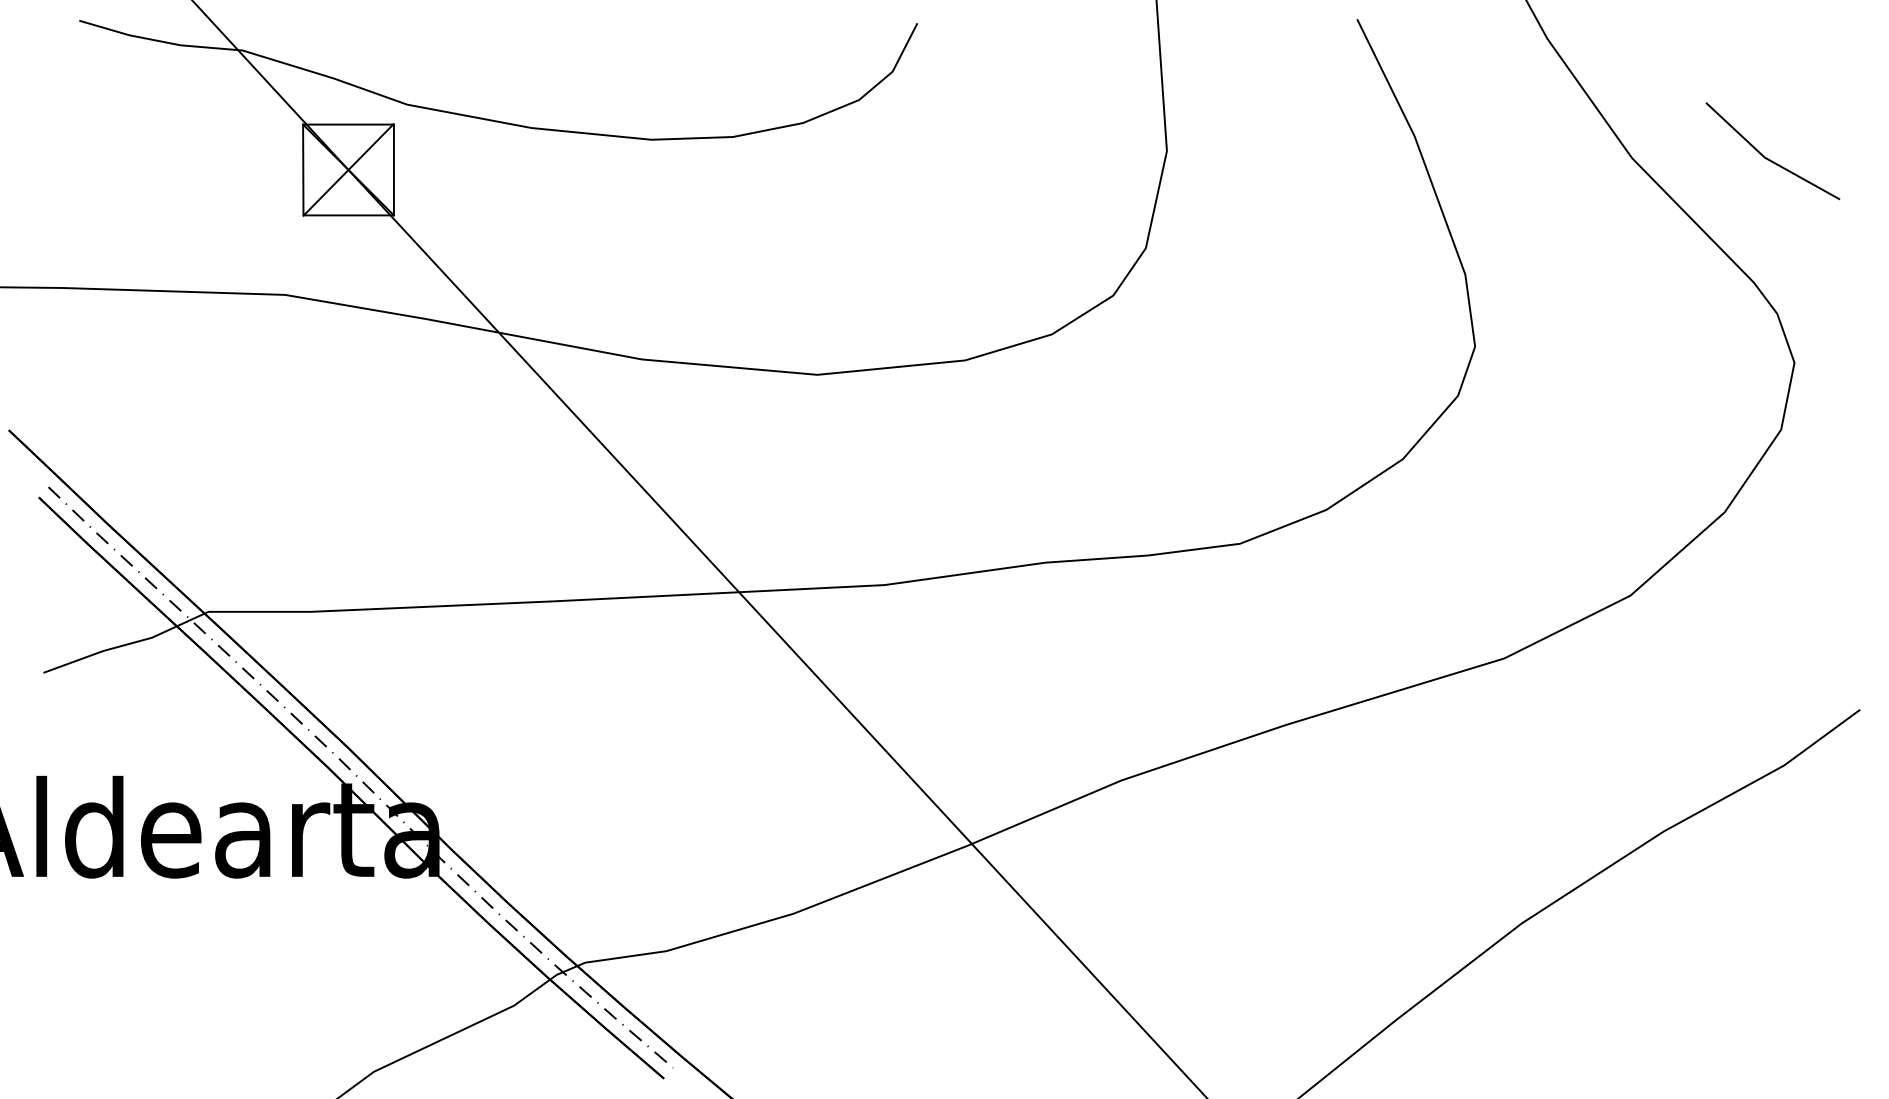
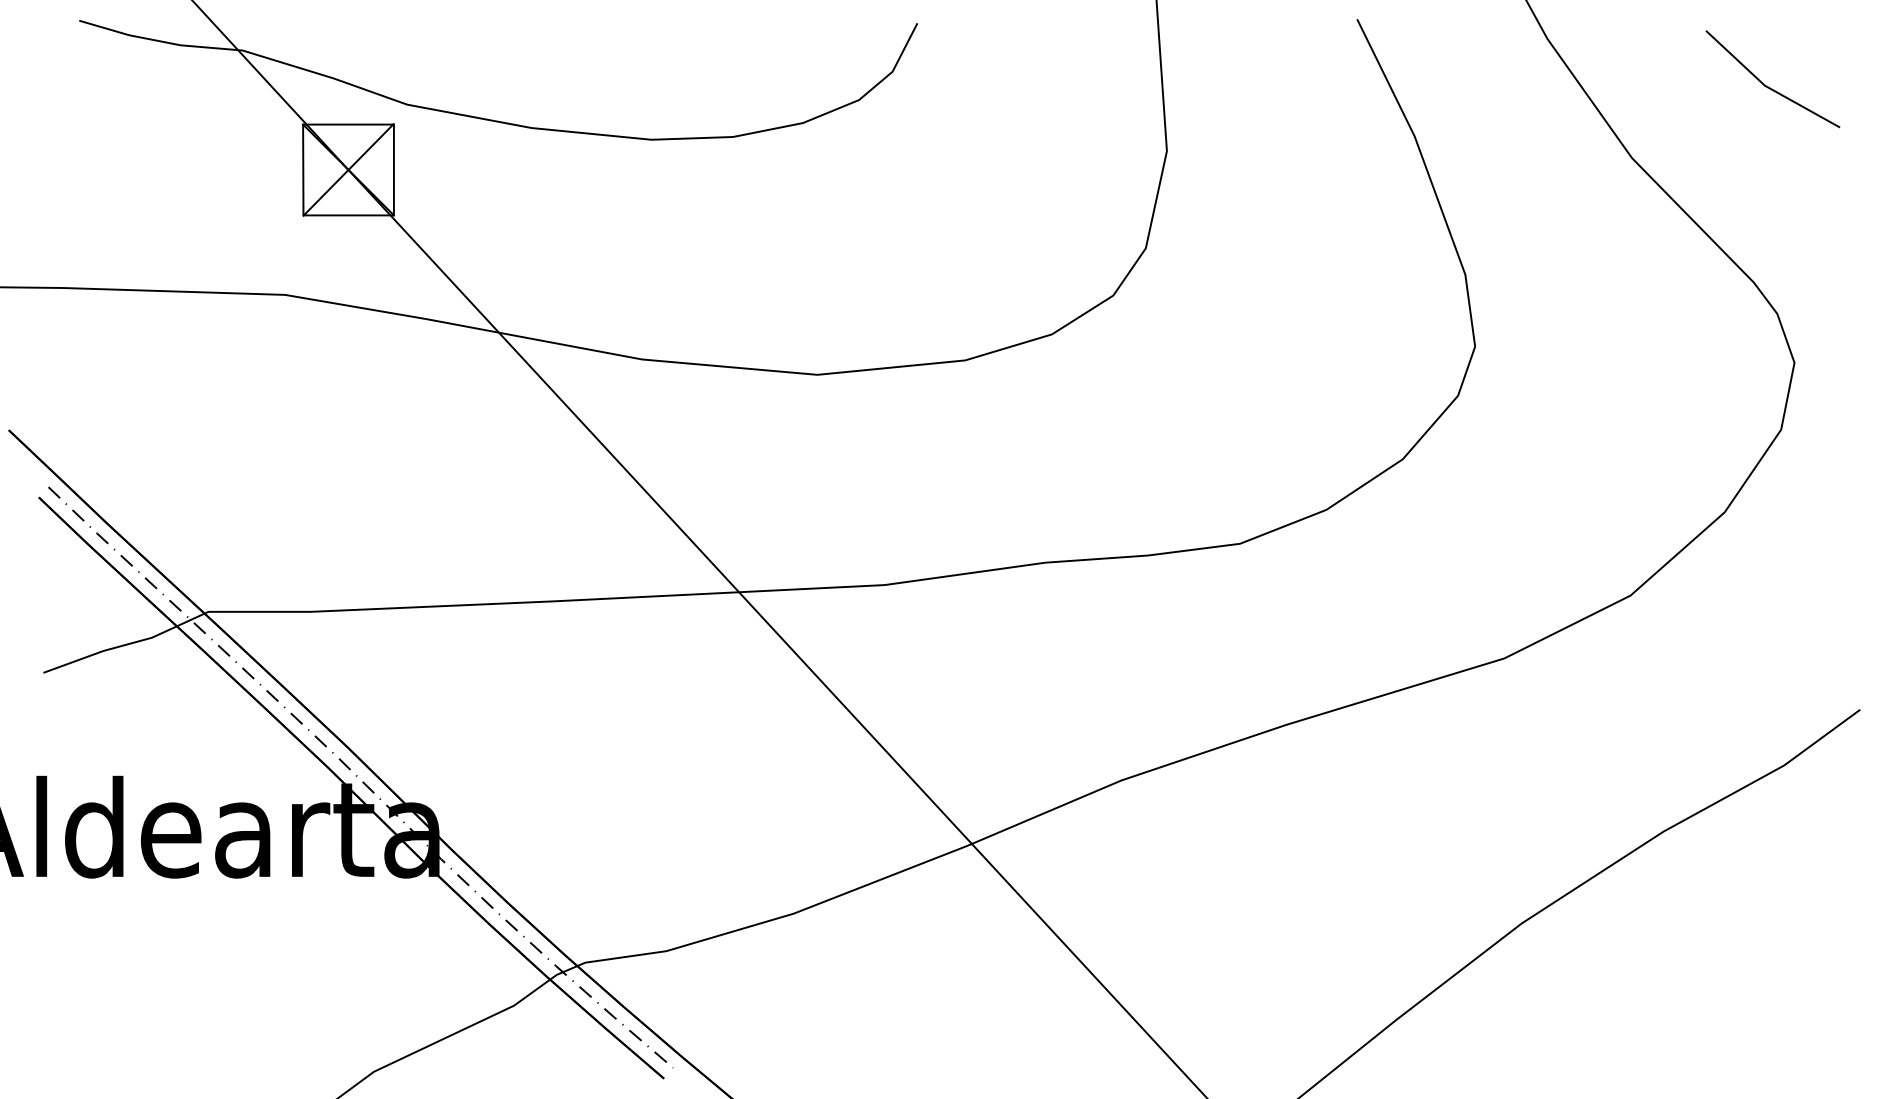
line at (1768, 158) position: (1768, 158) -> (1768, 86)
